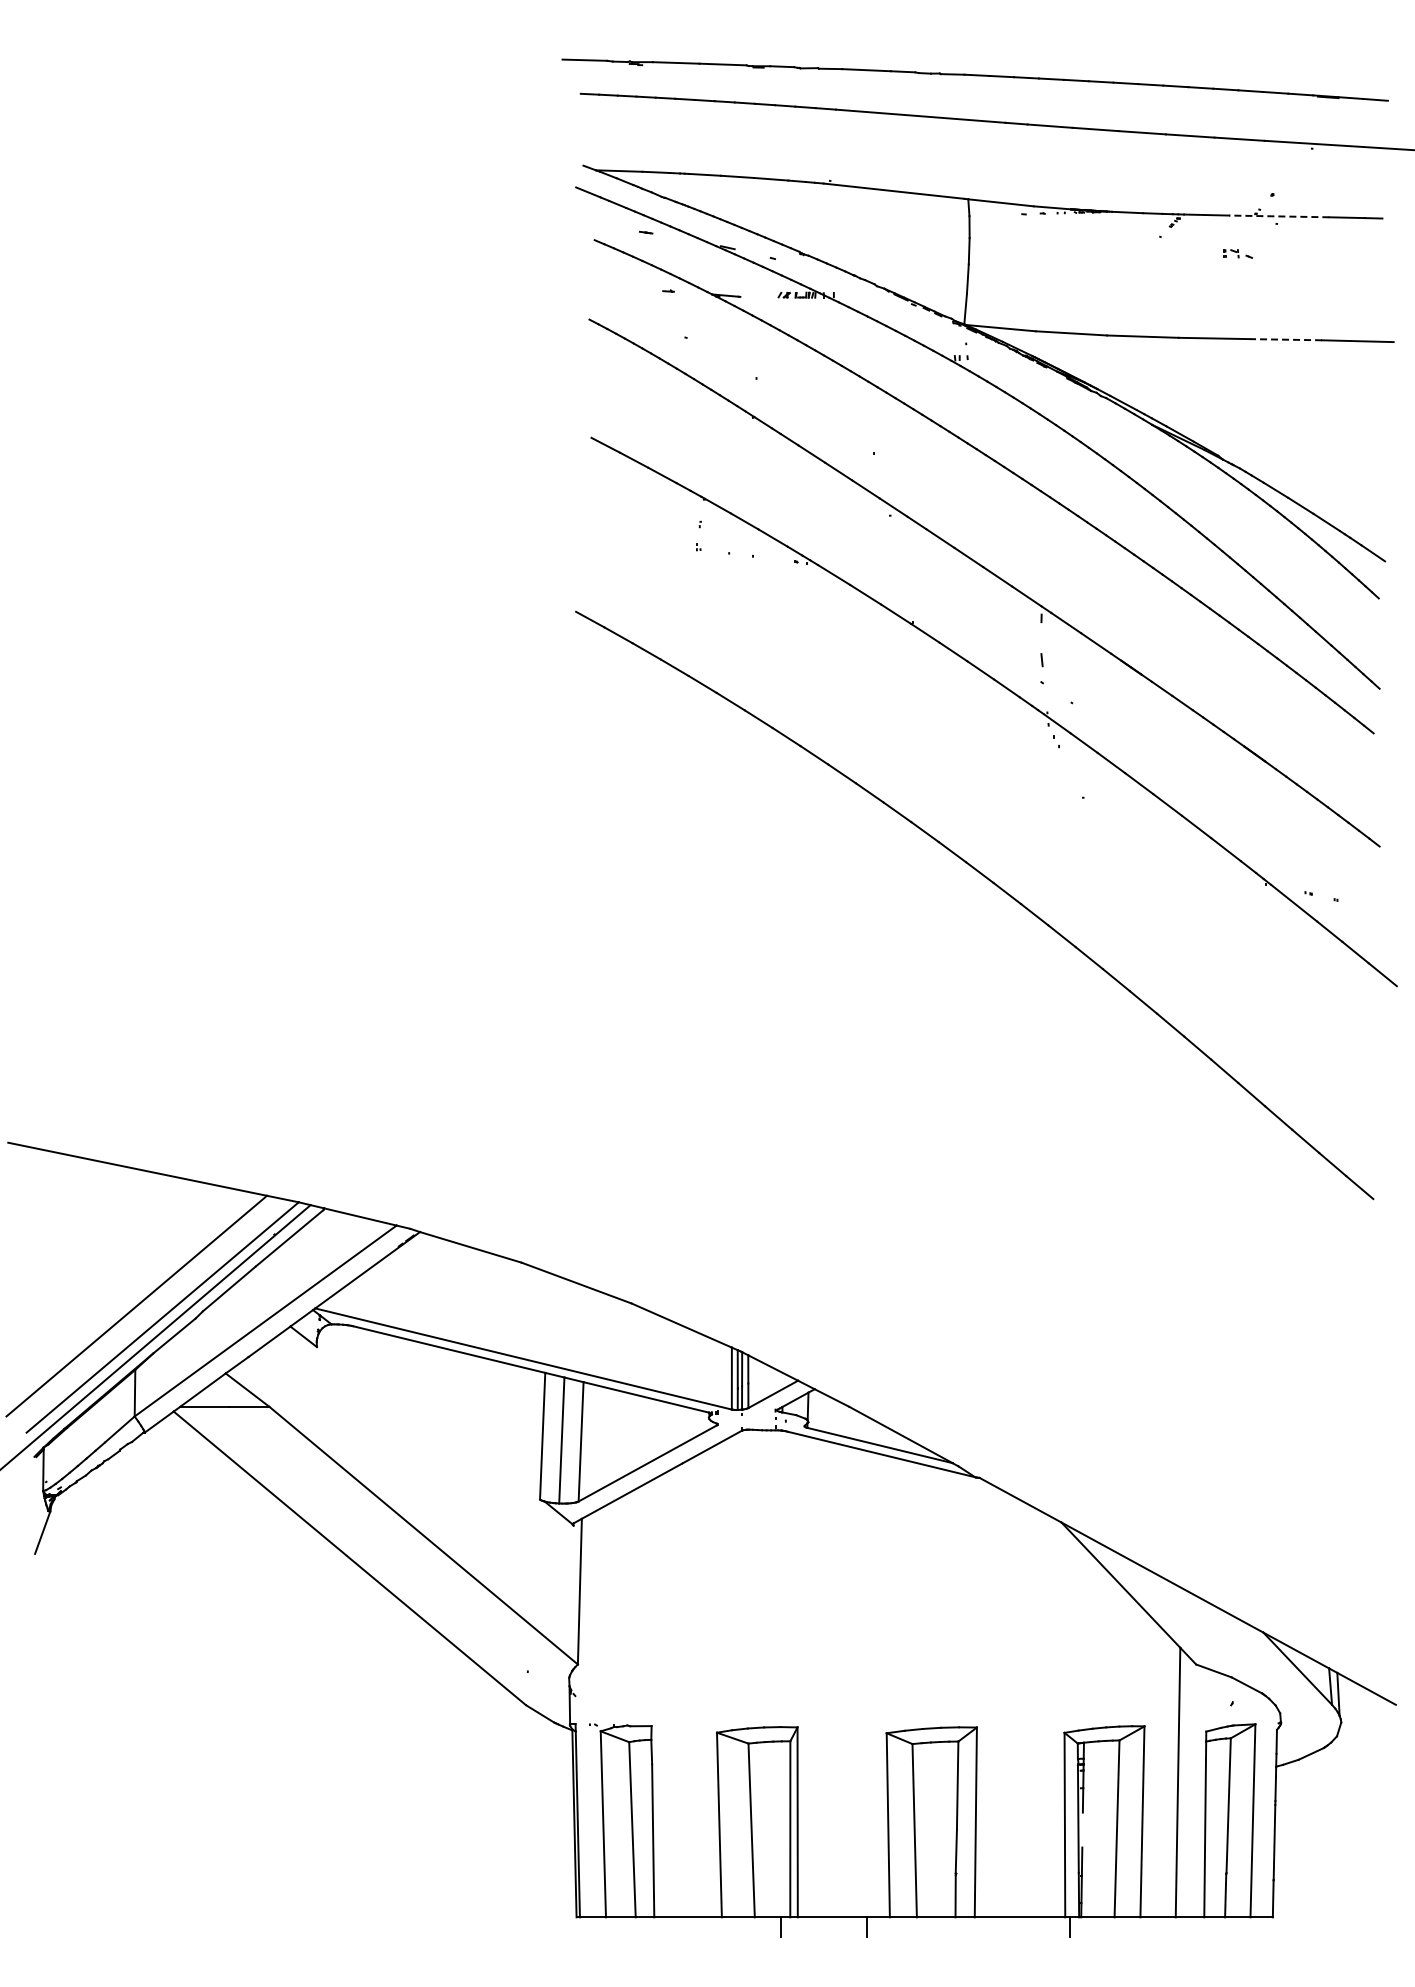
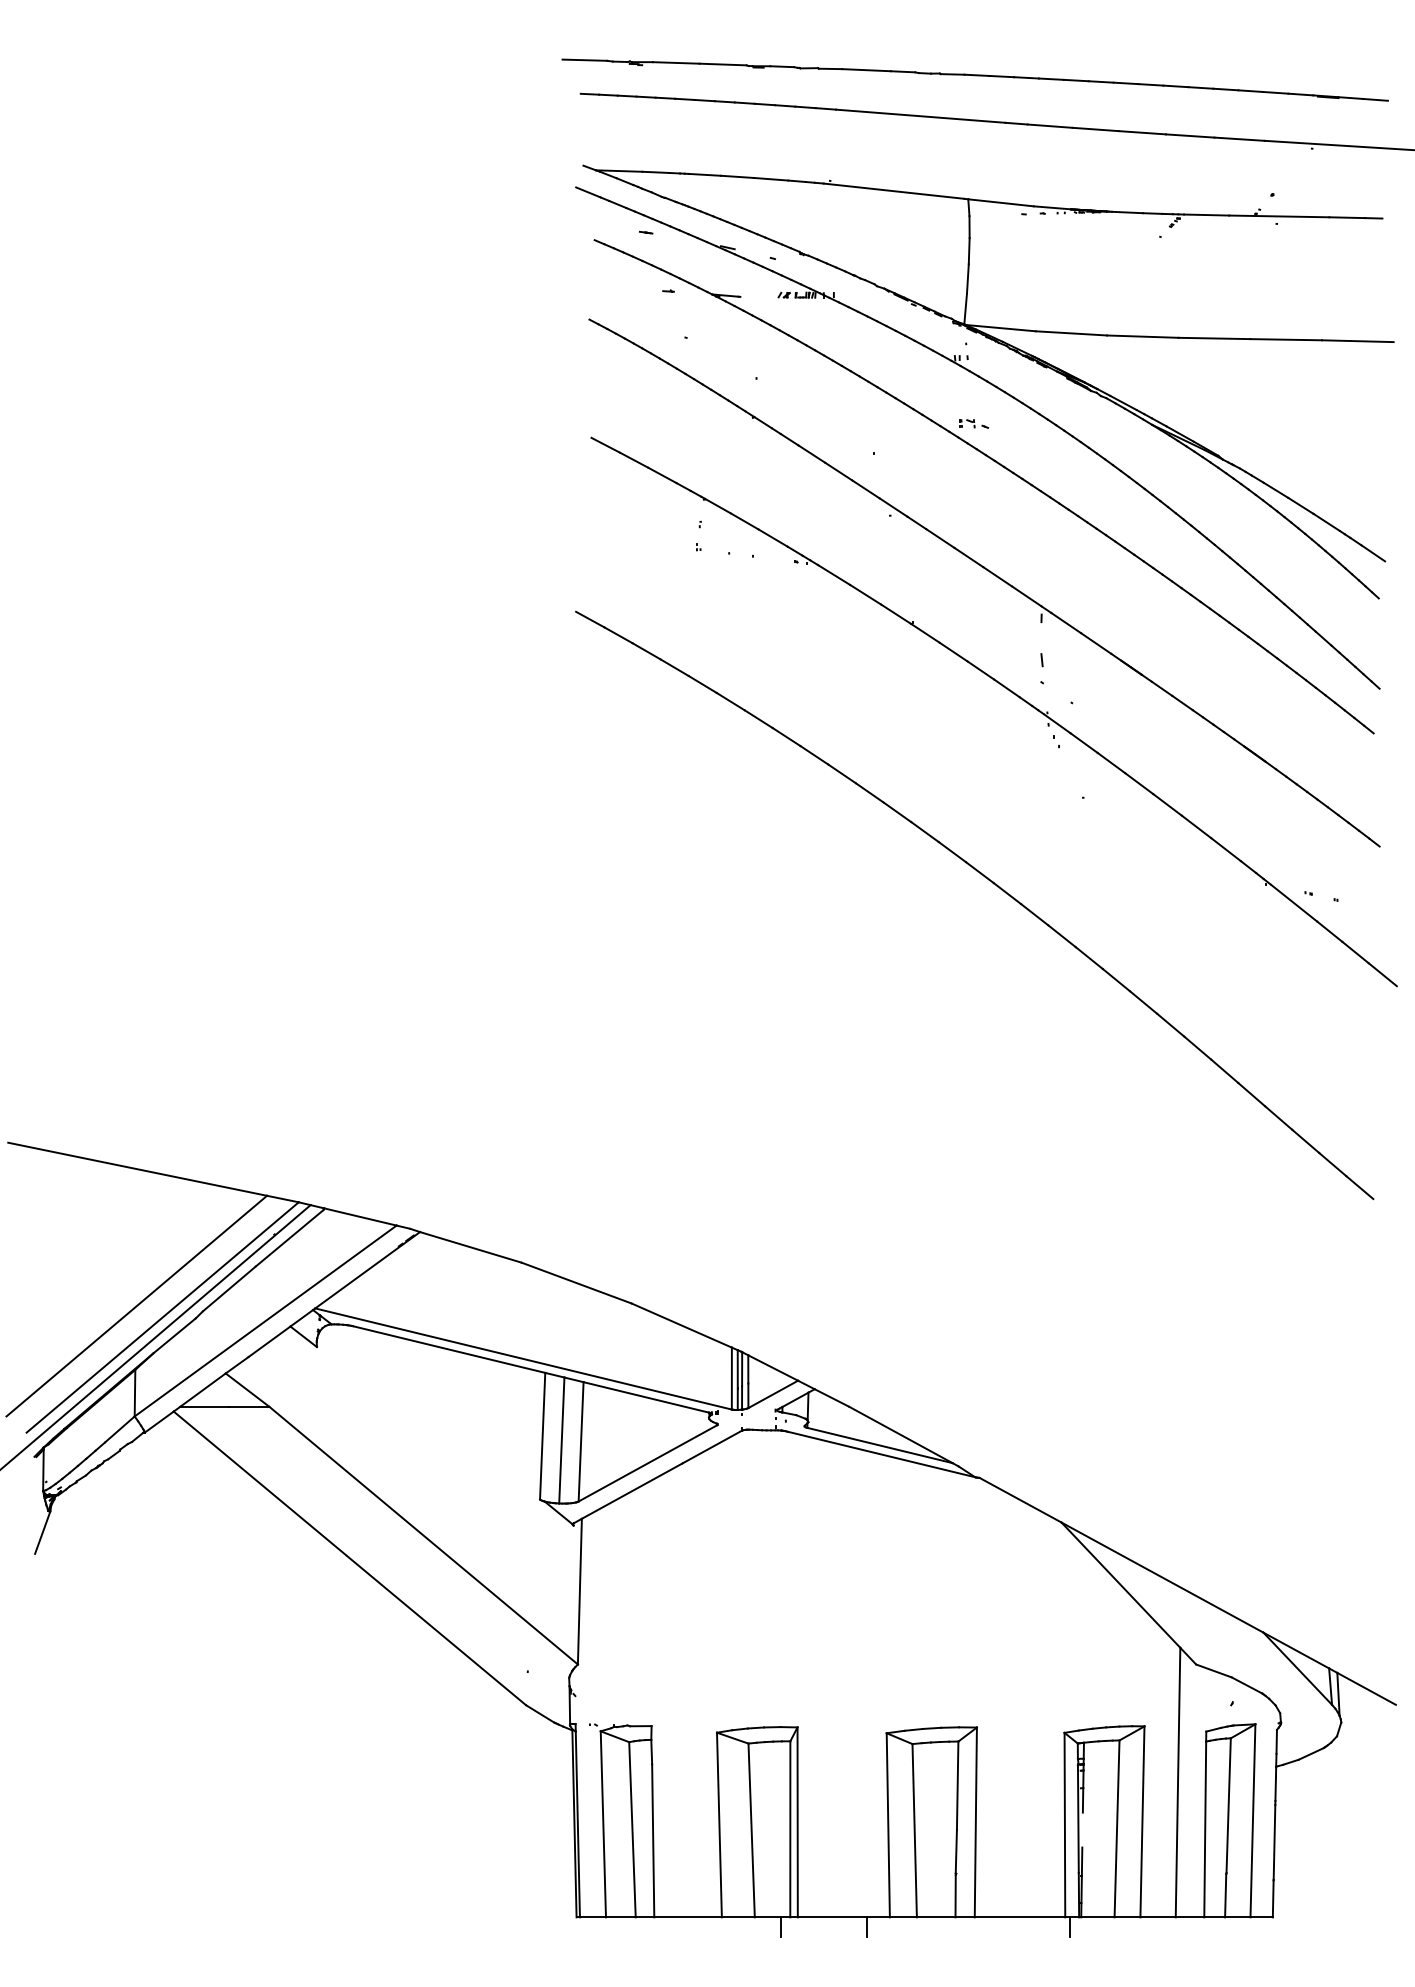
line at (1278, 216): dashed -> solid
part at (1238, 253) position: (1238, 253) -> (974, 423)
line at (1286, 339): dashed -> solid
